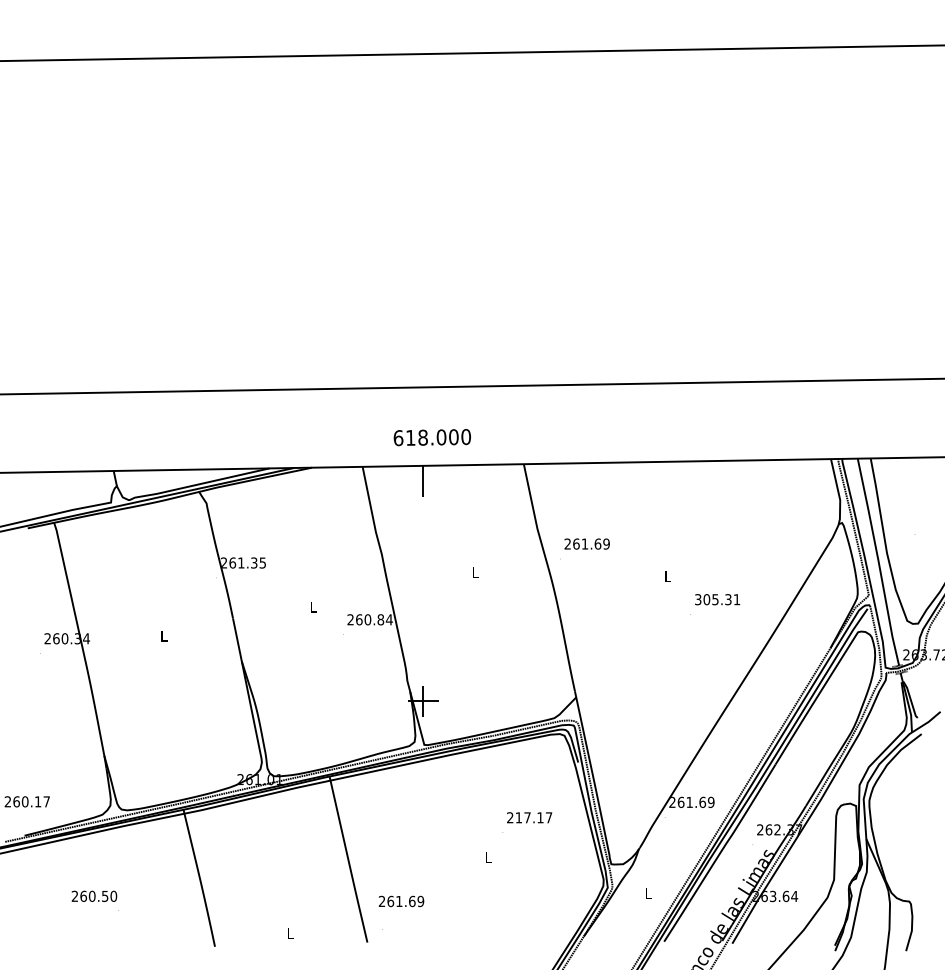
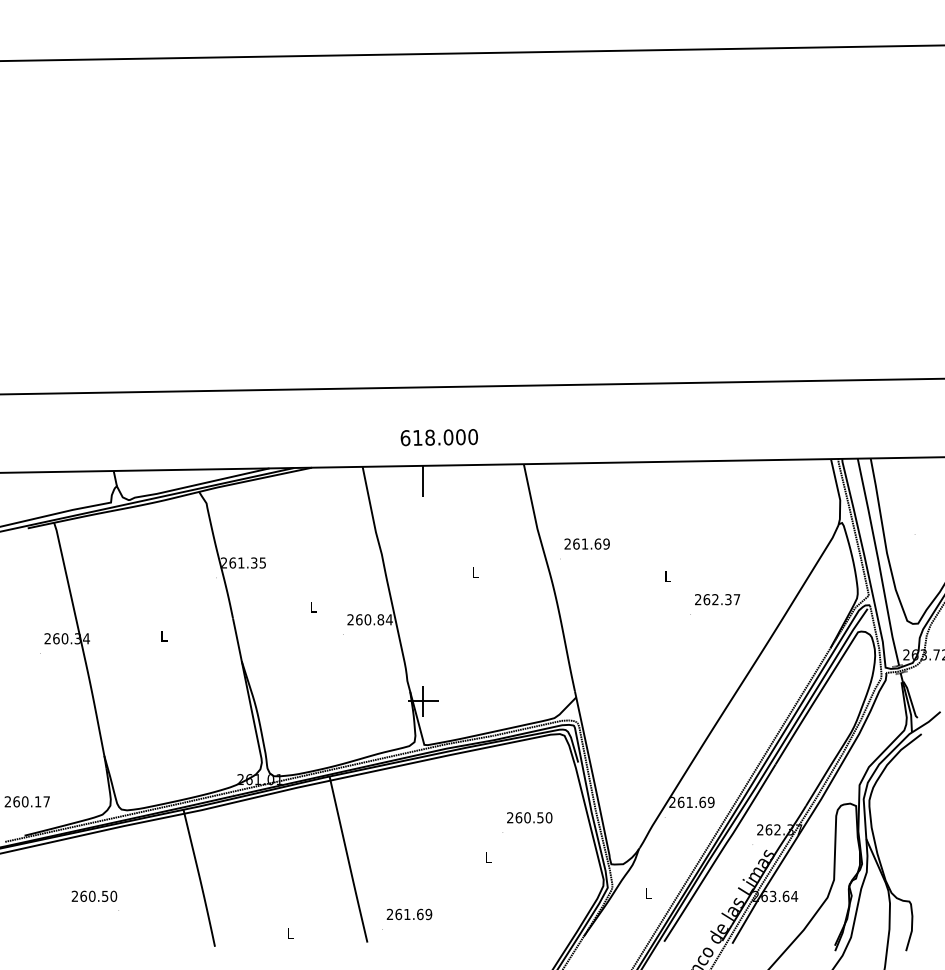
text at (431, 437) position: (431, 437) -> (438, 437)
text at (717, 599): 305.31 -> 262.37
text at (533, 817): 217.17 -> 260.50
text at (401, 901) position: (401, 901) -> (409, 914)
